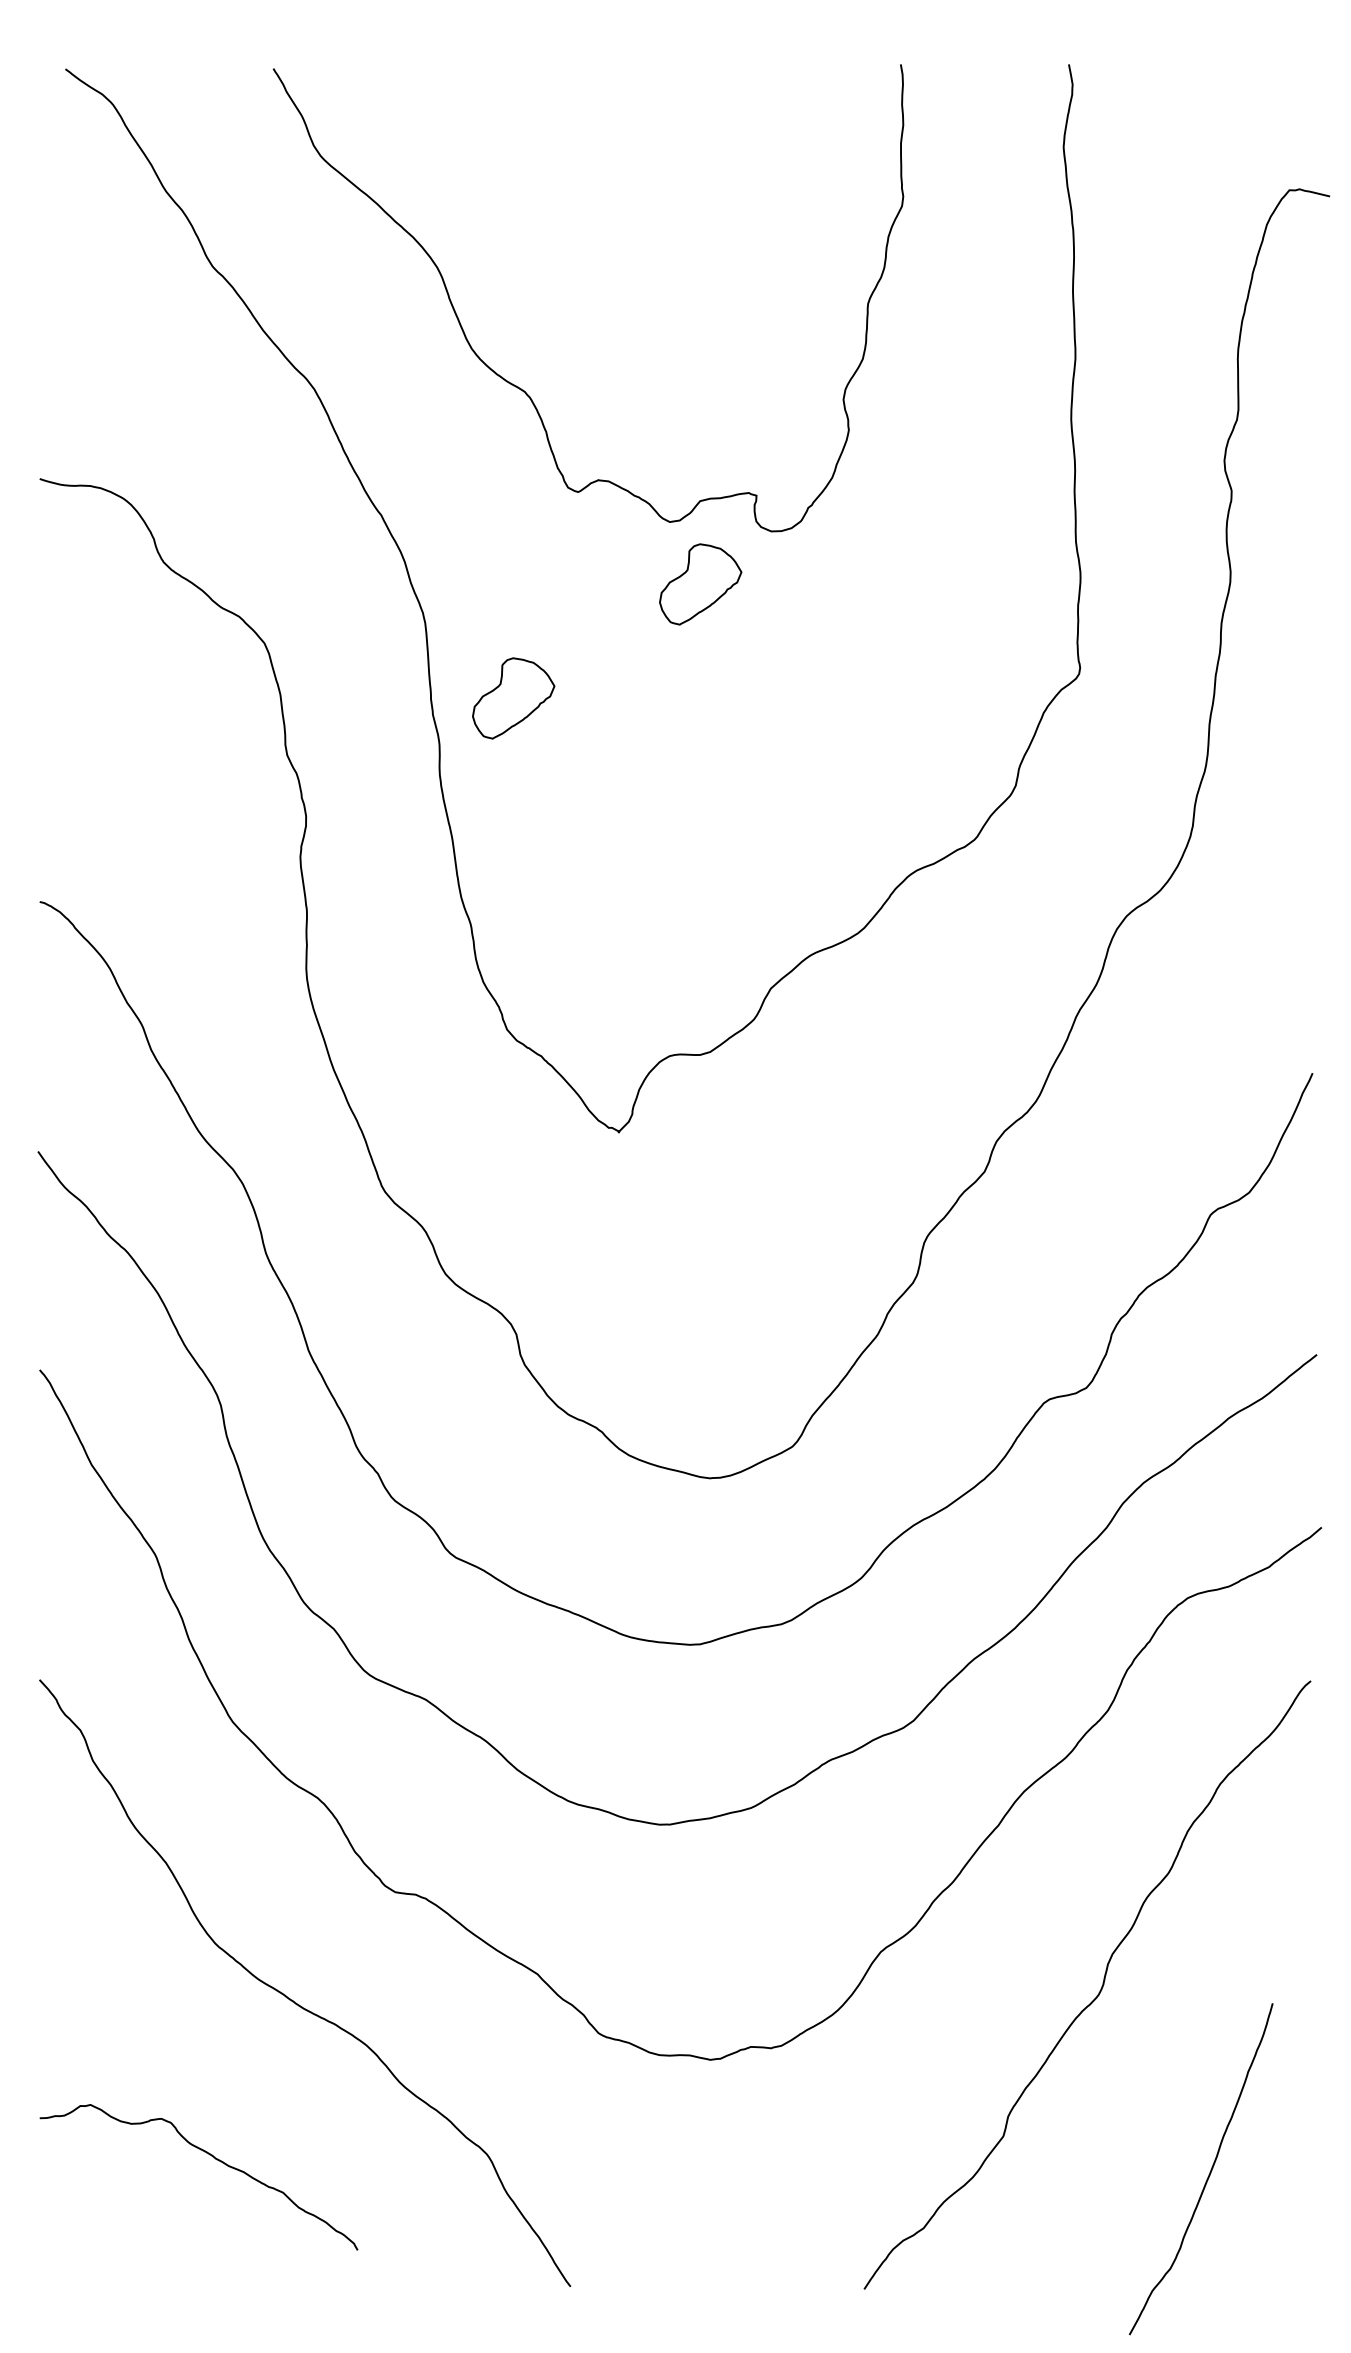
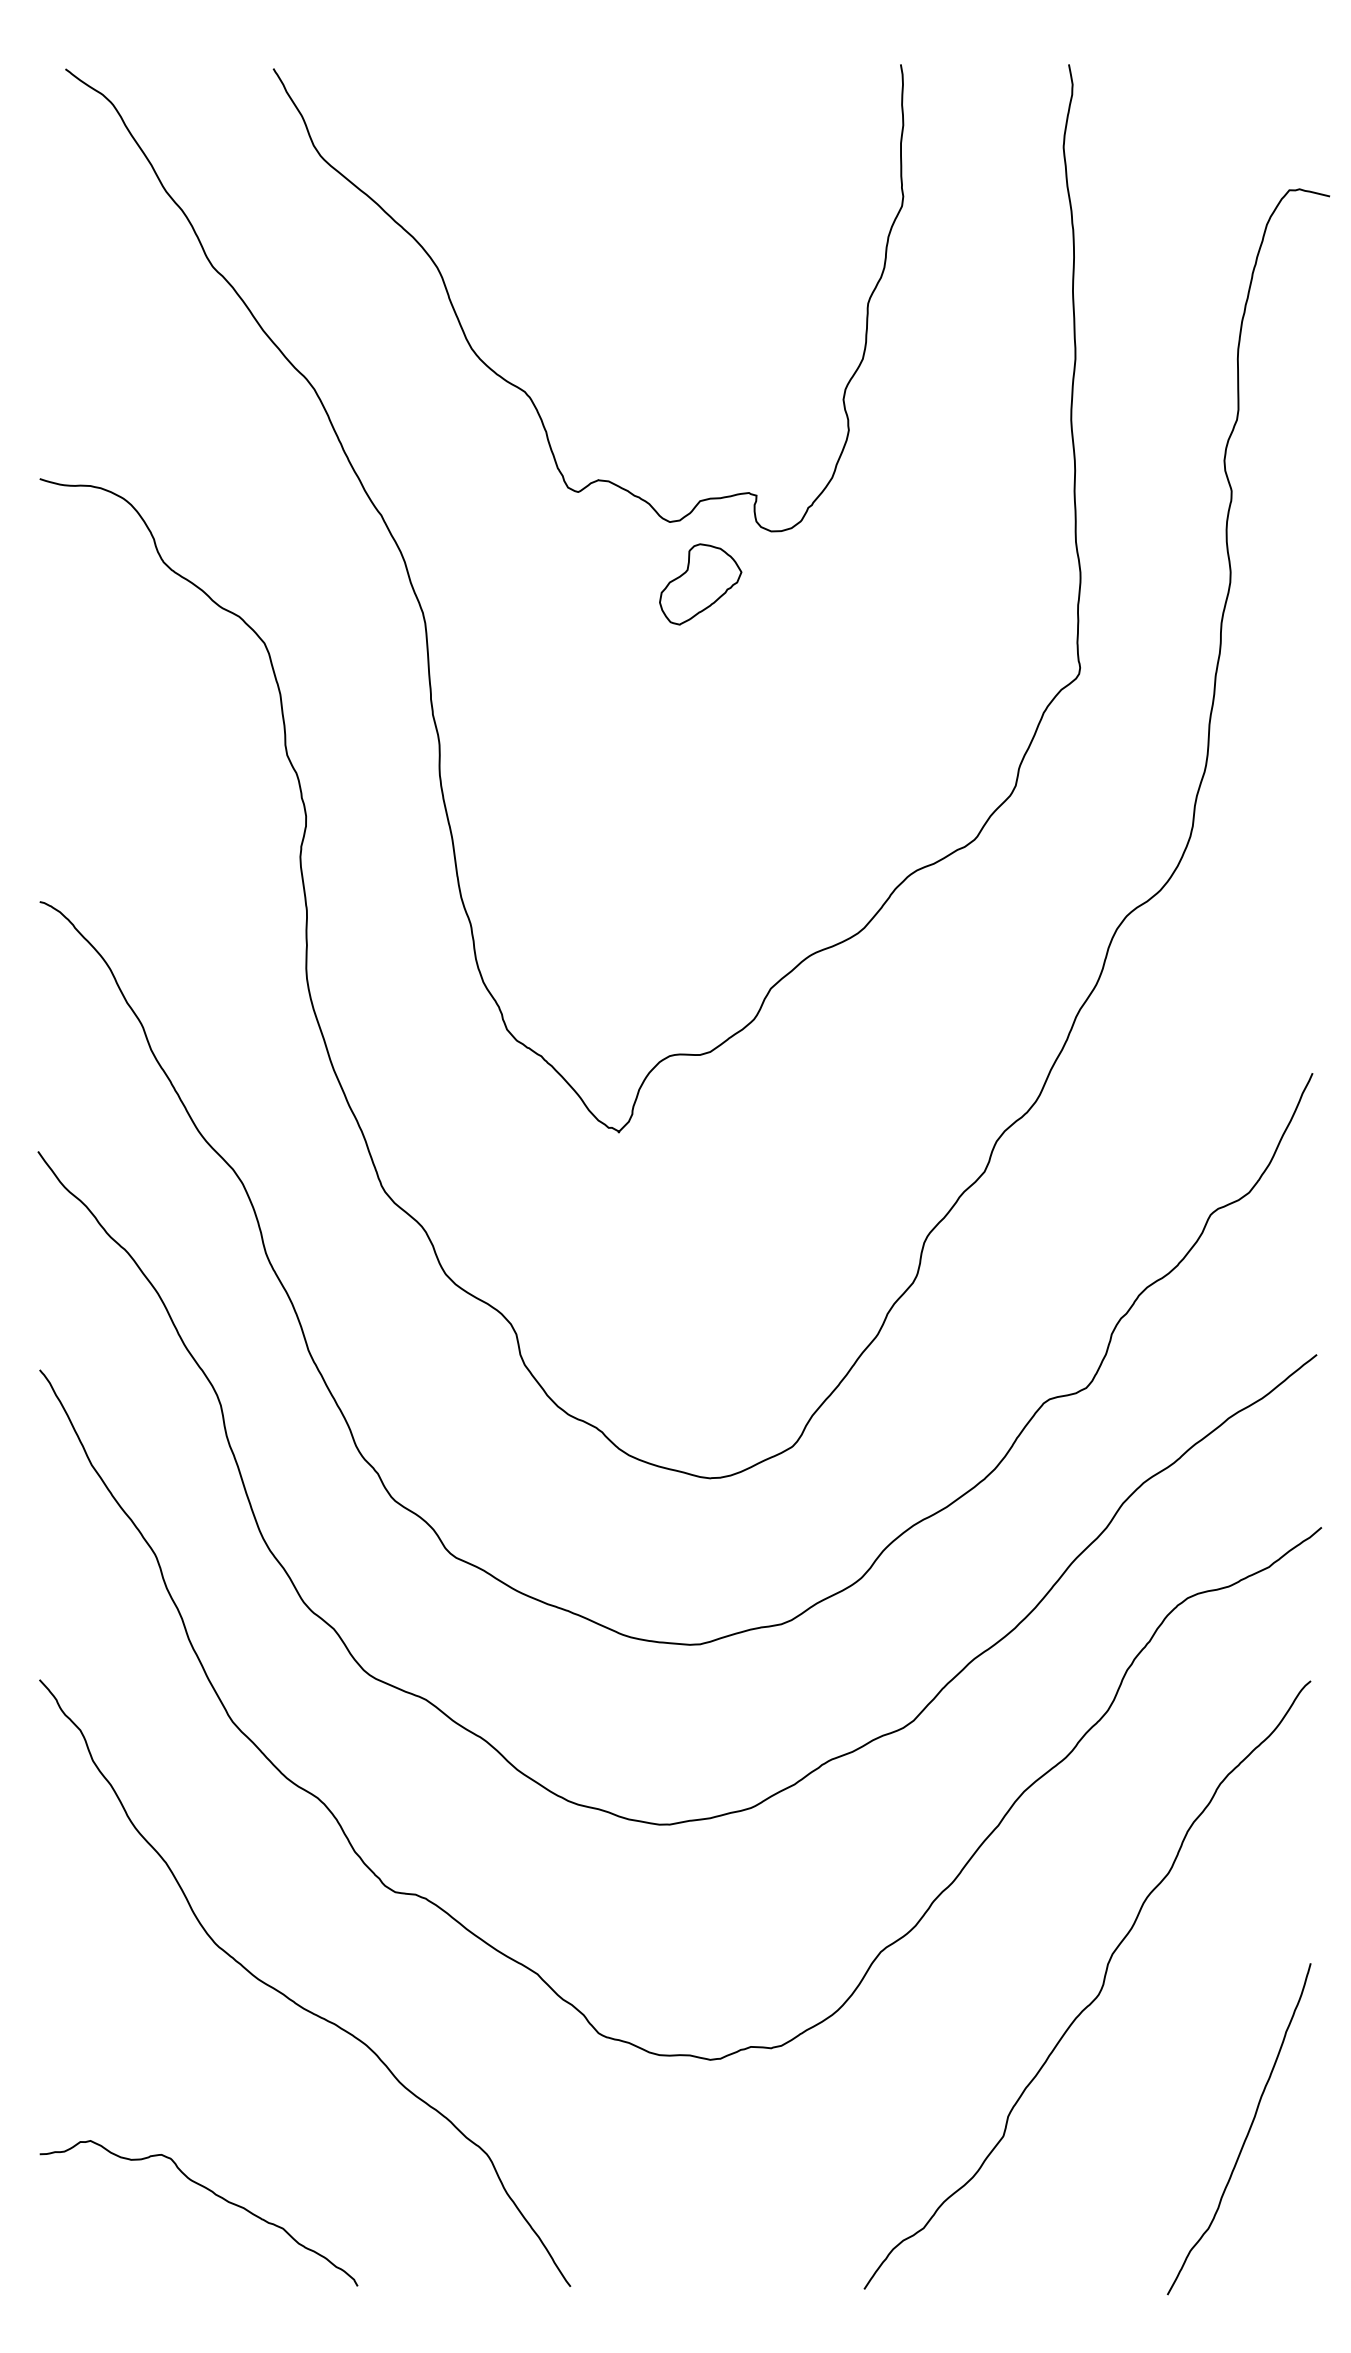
part at (513, 698): present -> none
curve at (212, 2157) position: (212, 2157) -> (212, 2193)
curve at (1209, 2172) position: (1209, 2172) -> (1247, 2132)
